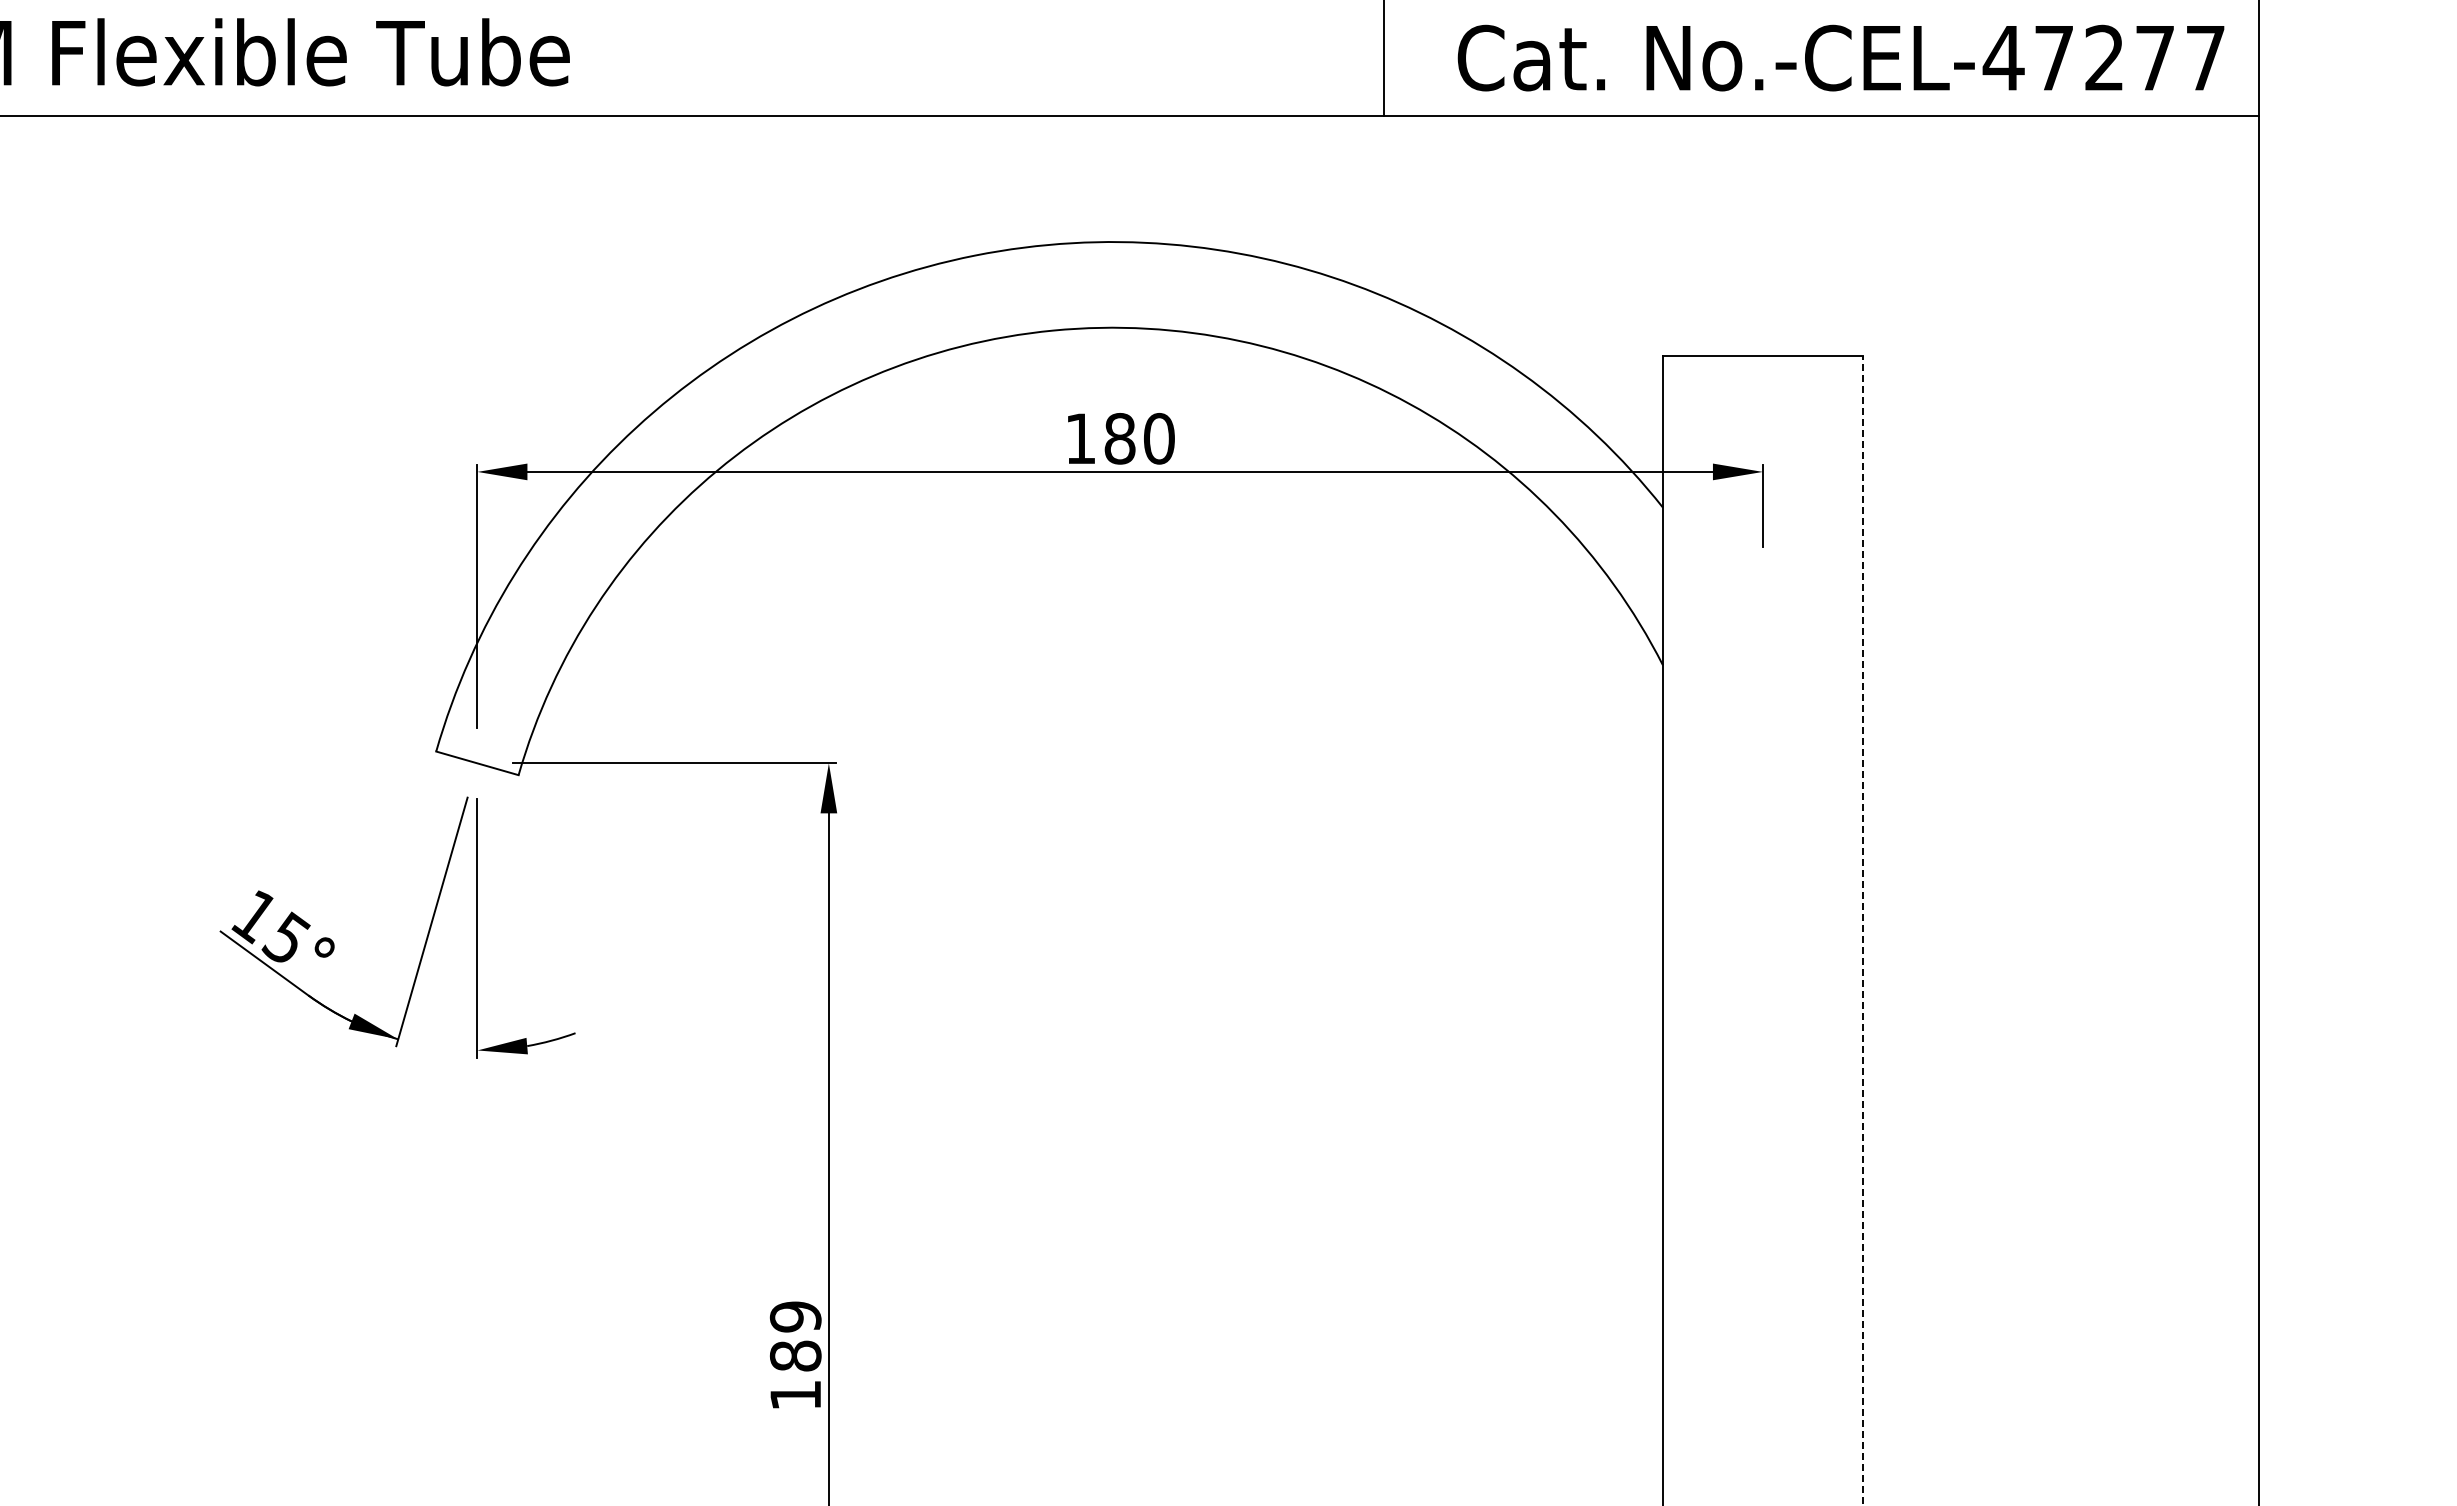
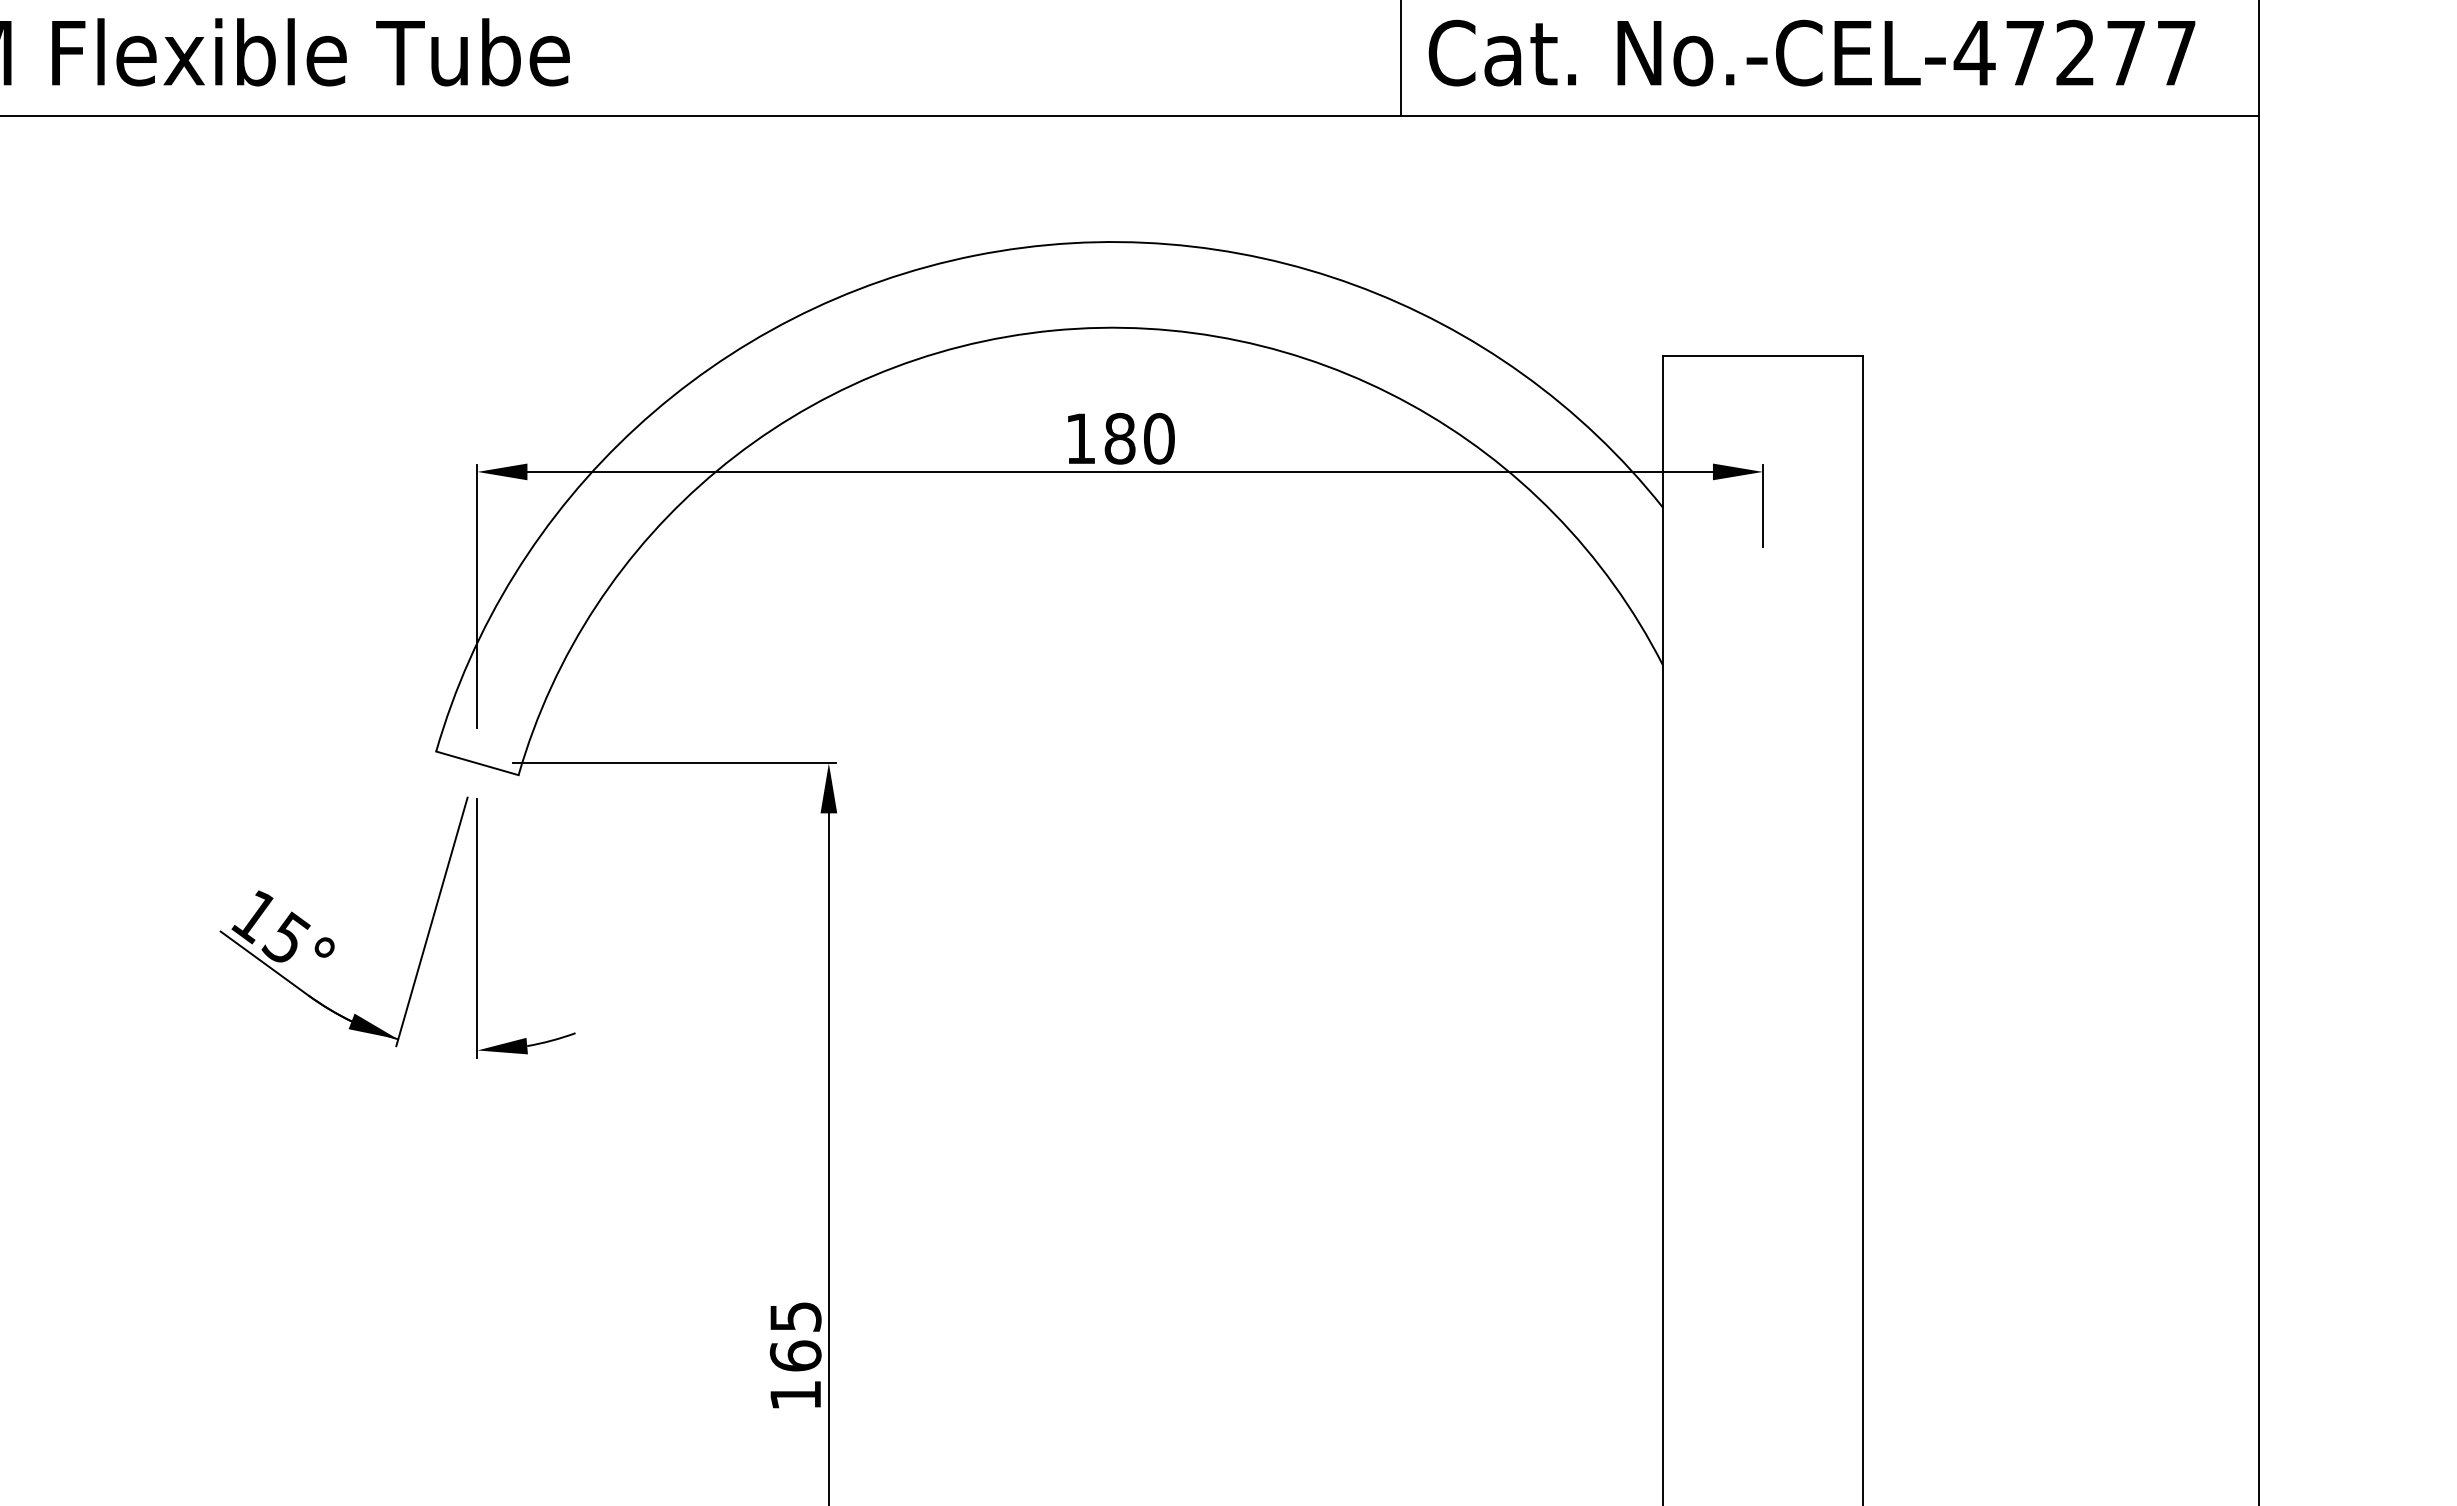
text at (1840, 57) position: (1840, 57) -> (1811, 52)
line at (1384, 59) position: (1384, 59) -> (1401, 59)
line at (1862, 930): dashed -> solid
text at (795, 1336): 189 -> 165
